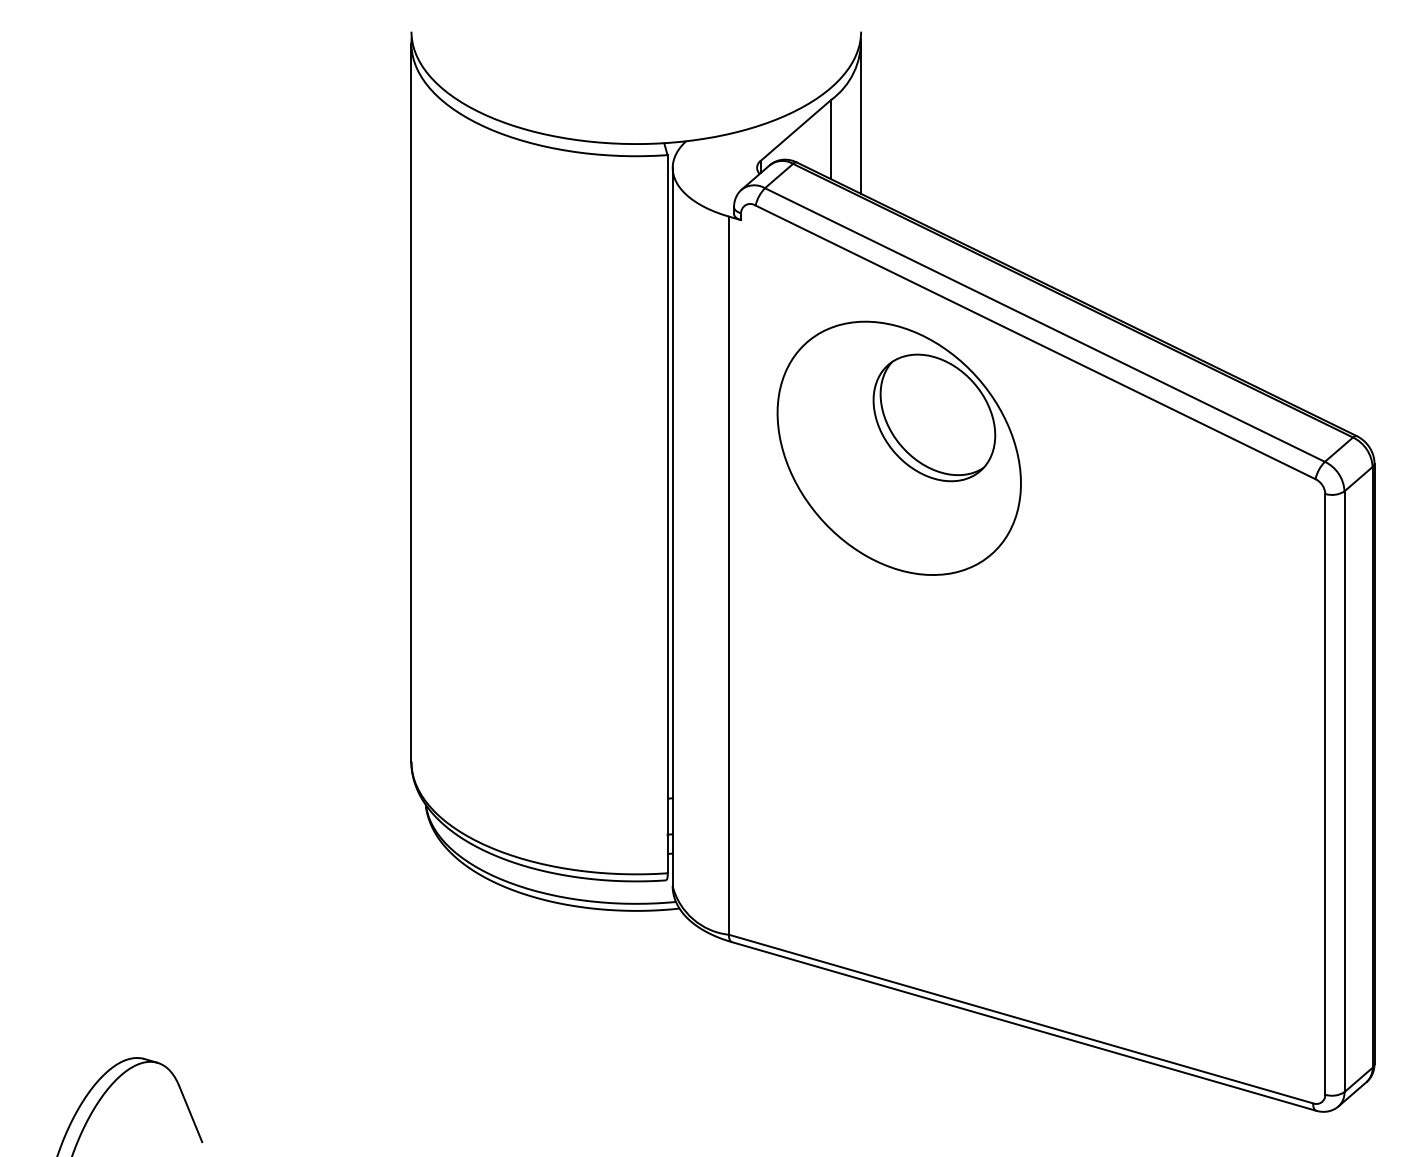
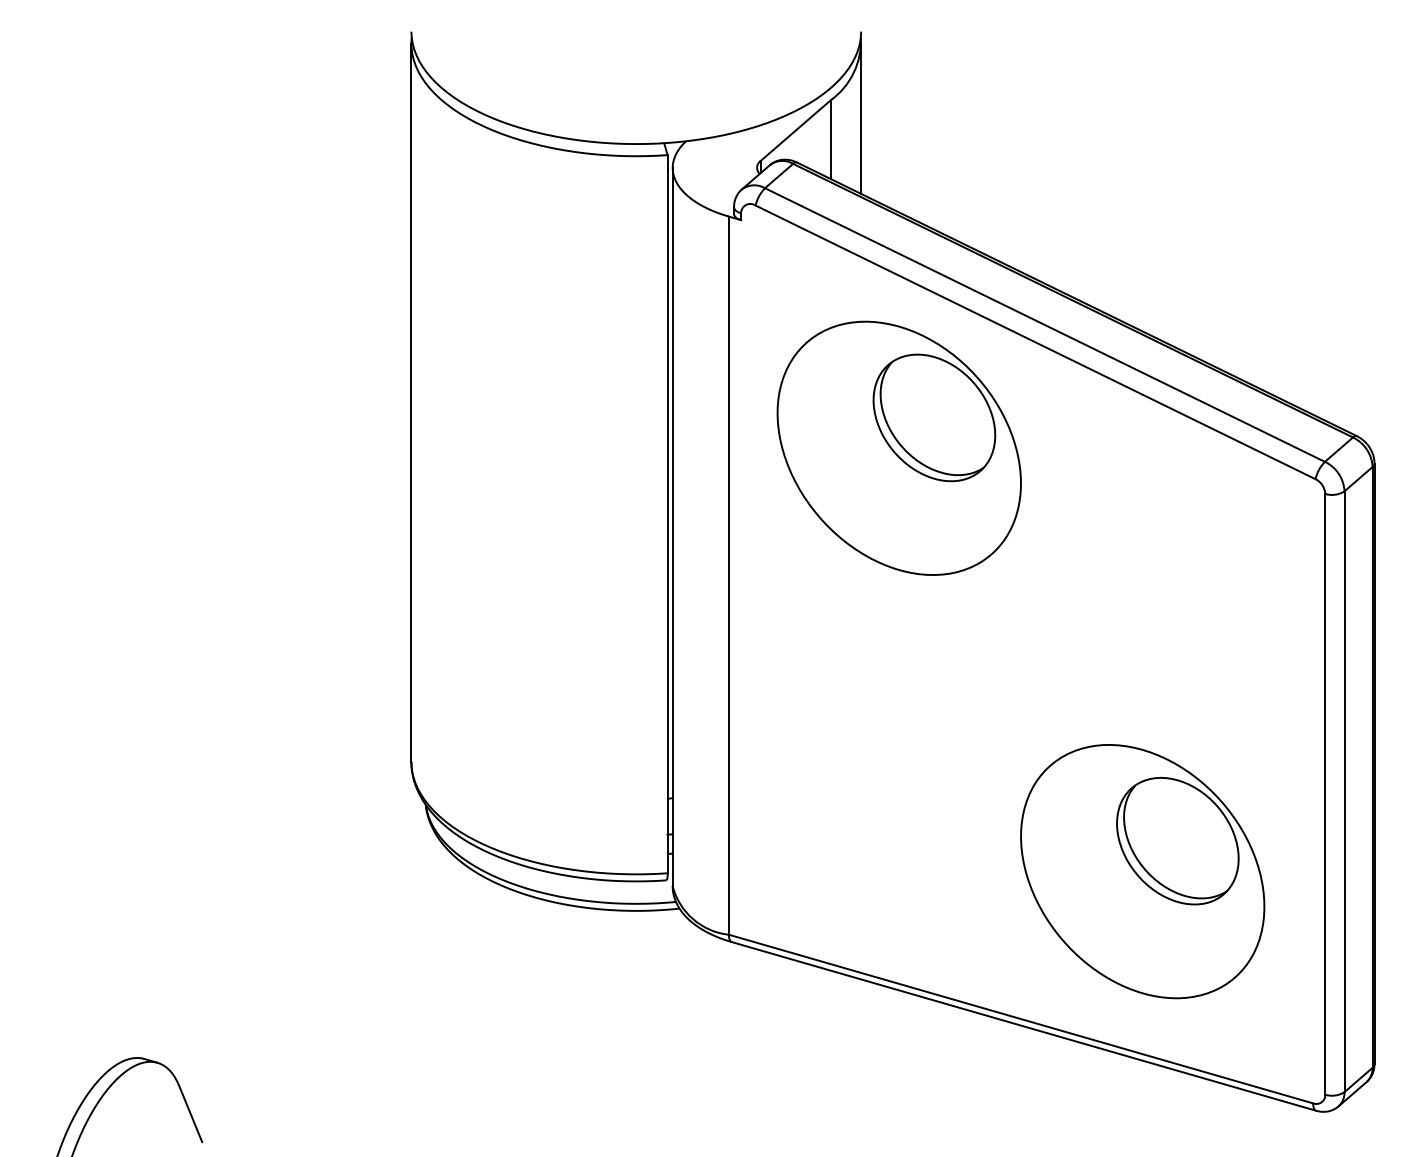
part at (1142, 871): none -> present
